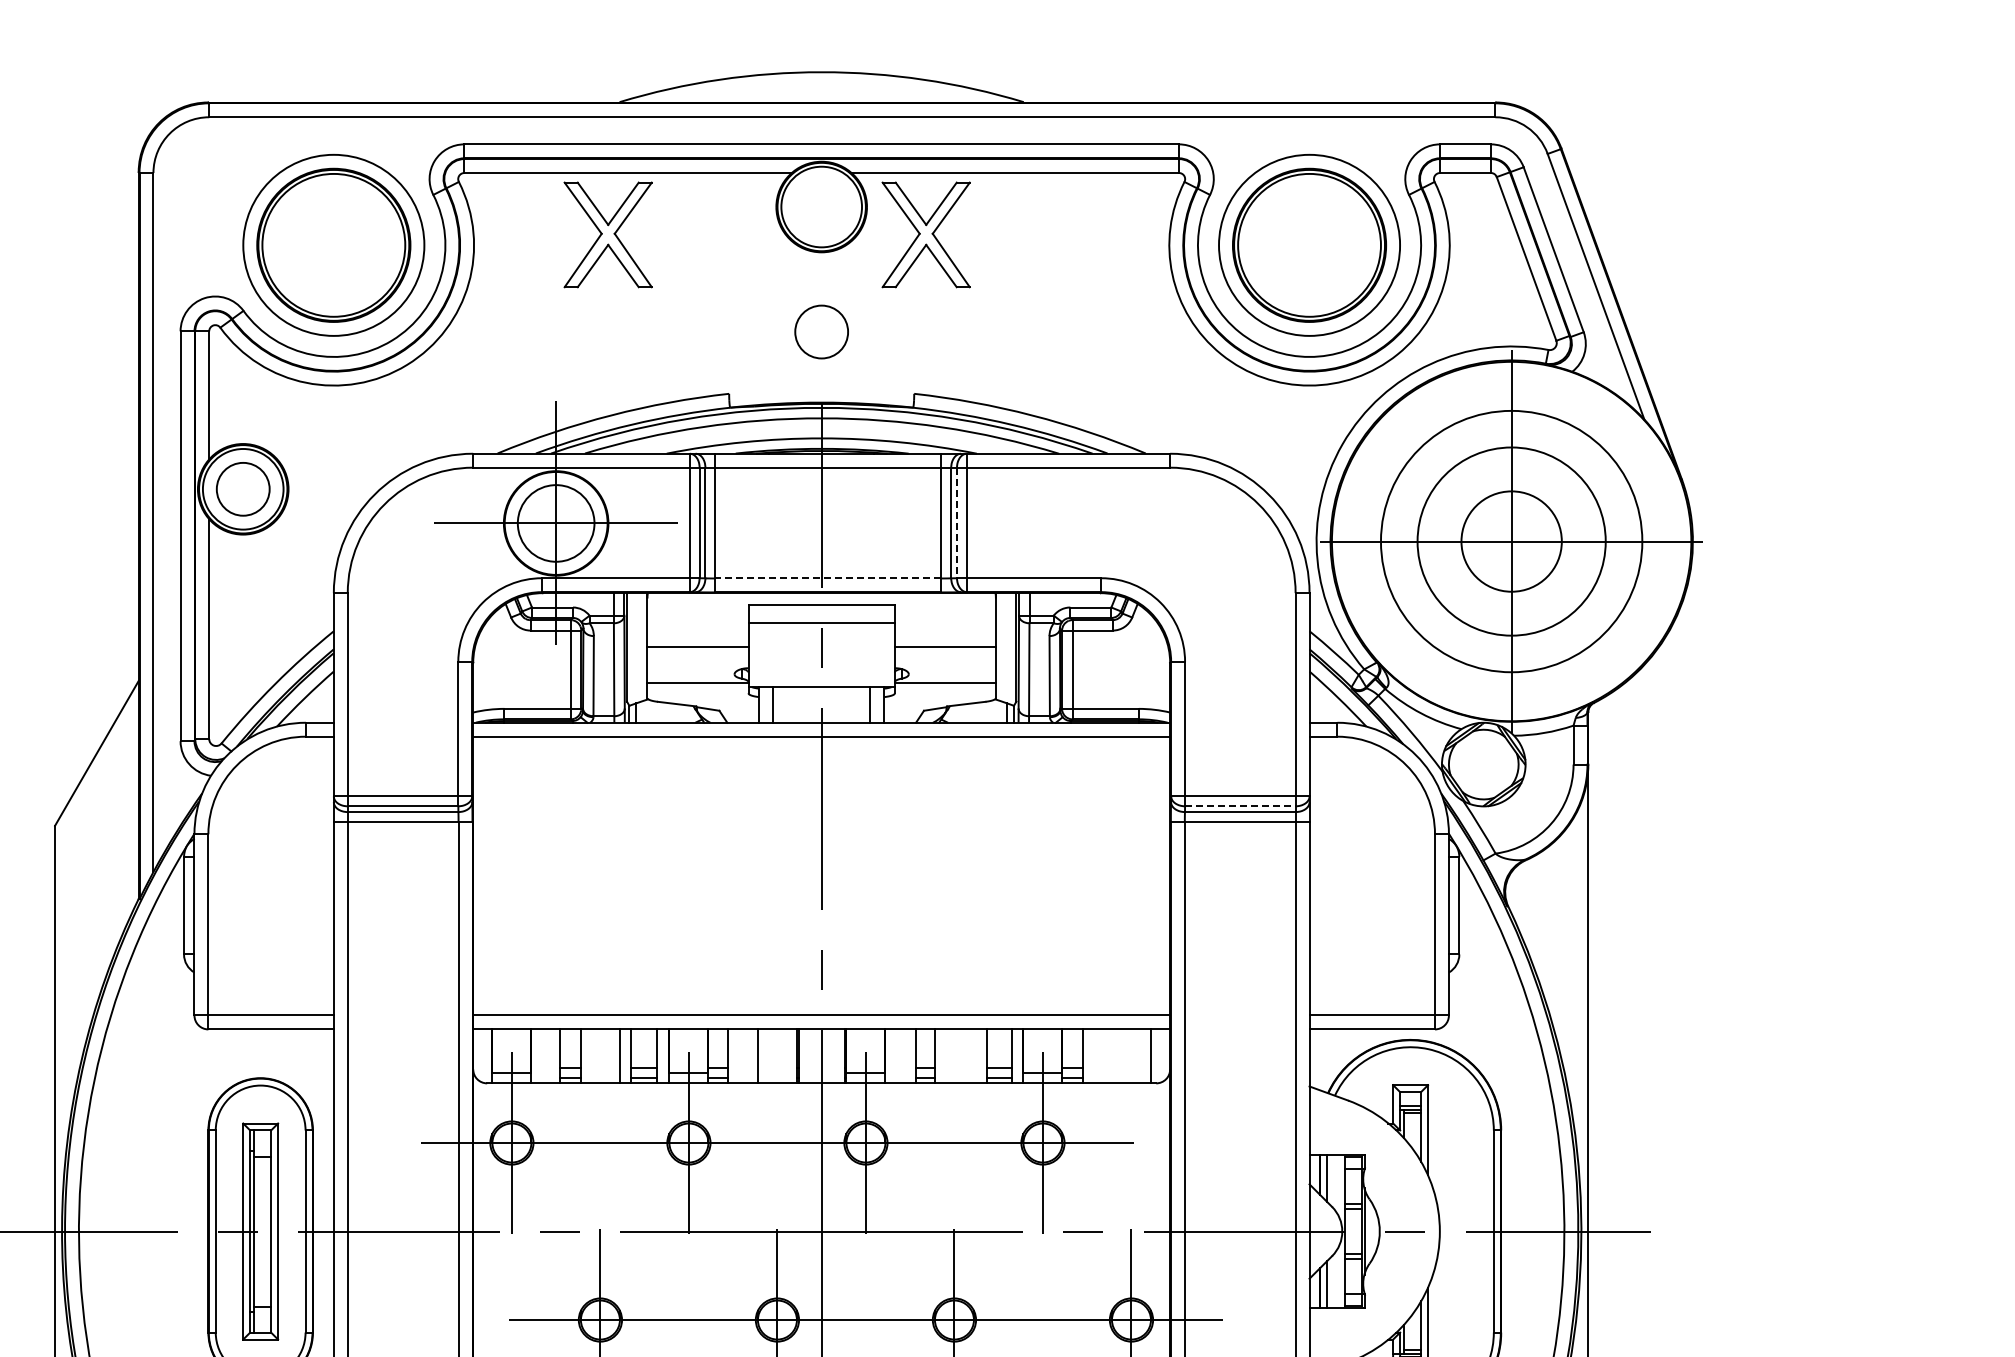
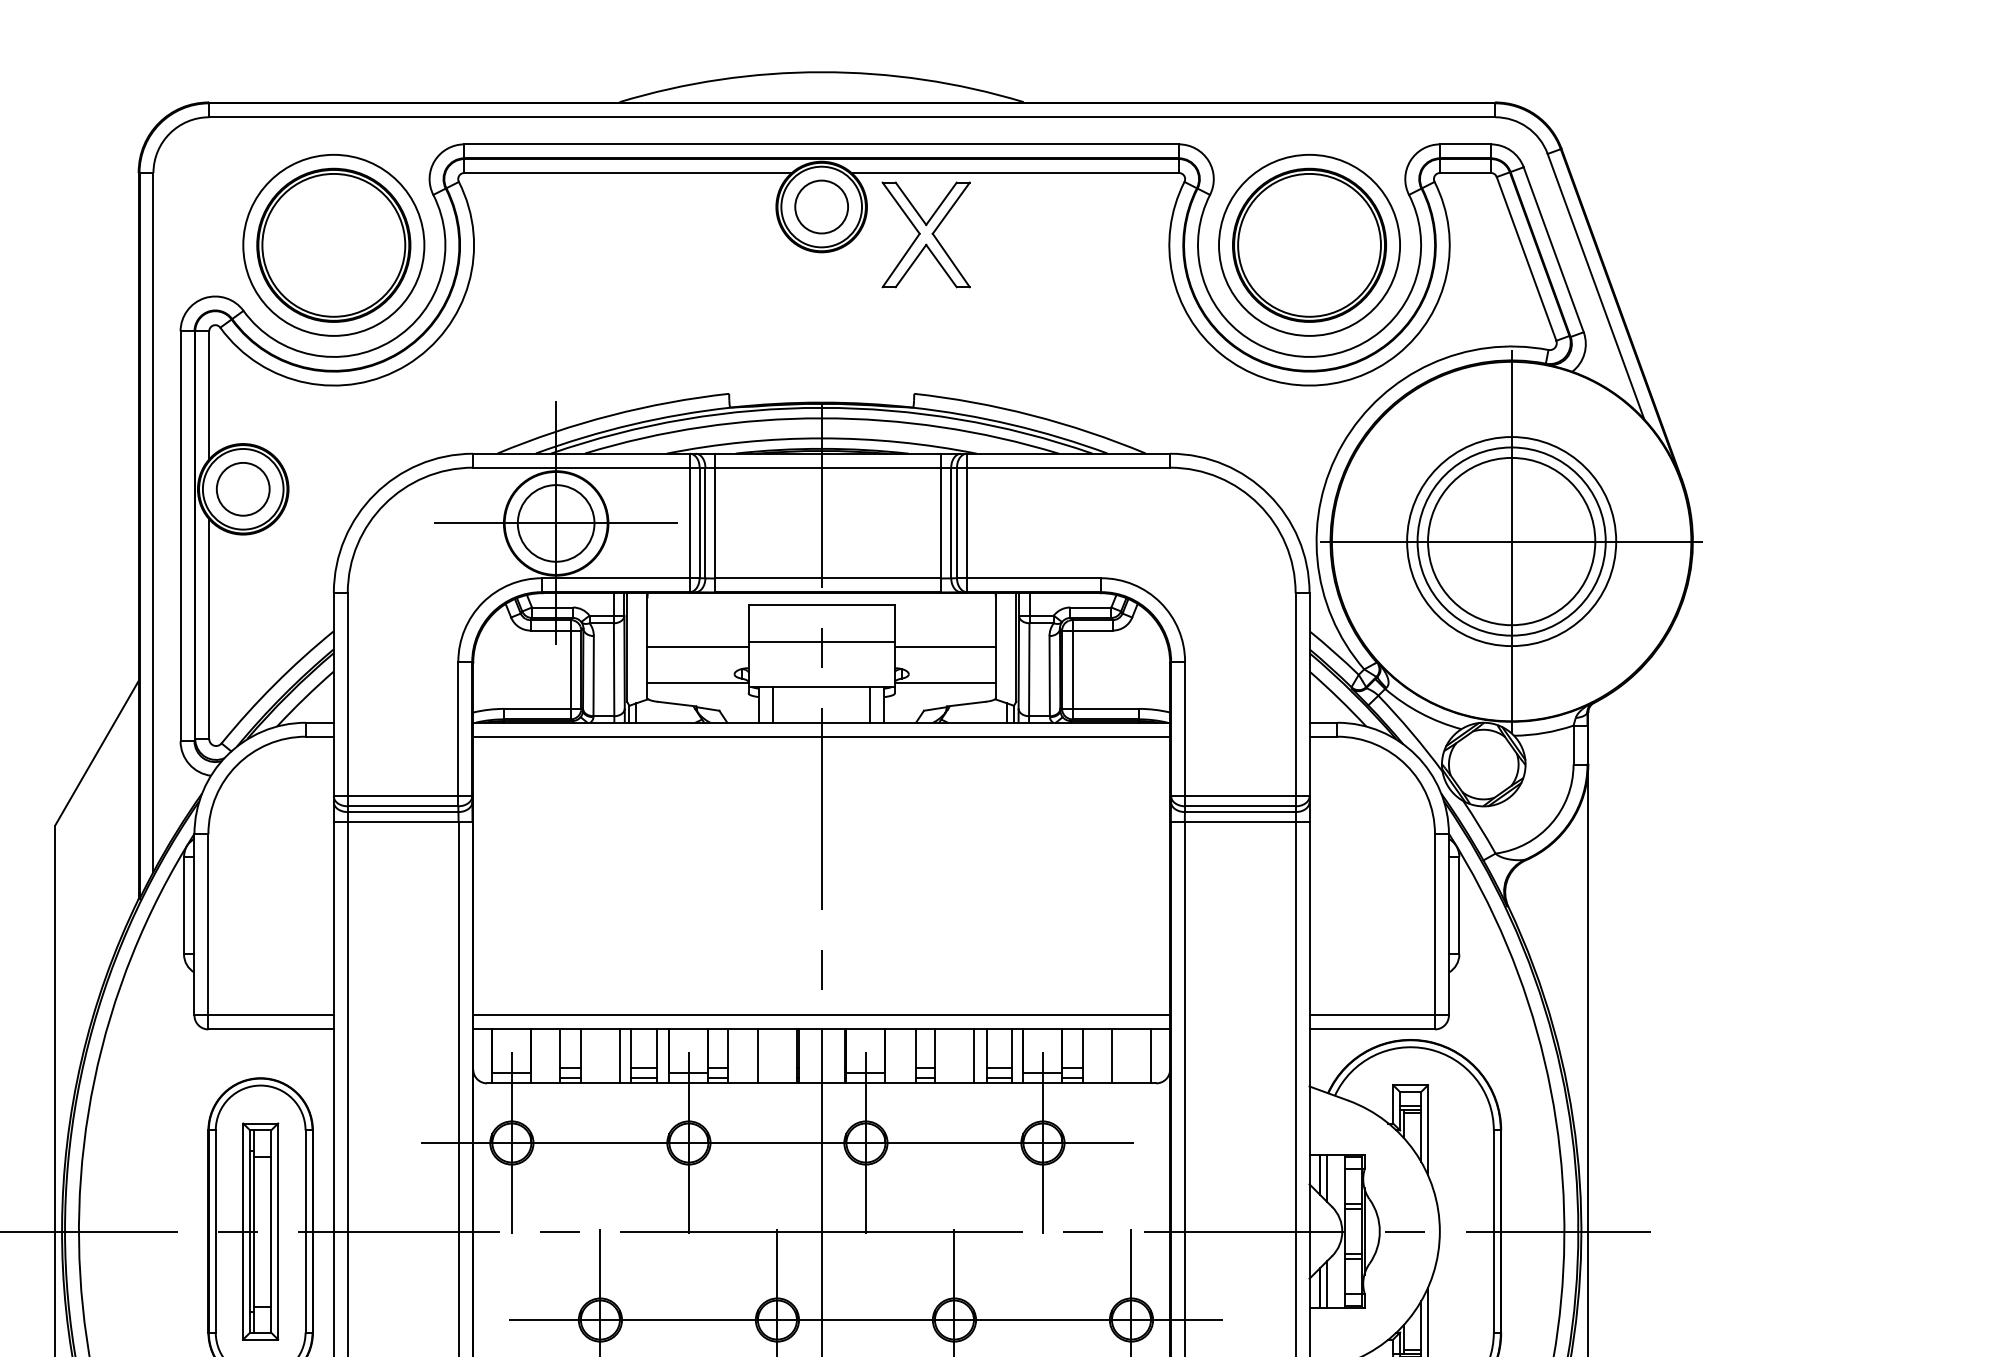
part at (607, 234): present -> none
circle at (821, 331) position: (821, 331) -> (821, 206)
line at (957, 523): dashed -> solid
circle at (1511, 541) diameter: 100 px -> 167 px
circle at (1511, 541) diameter: 261 px -> 209 px
line at (827, 578): dashed -> solid
line at (821, 623) position: (821, 623) -> (821, 642)
line at (1240, 806): dashed -> solid
line at (973, 1056): none -> present
line at (1111, 1056): none -> present
